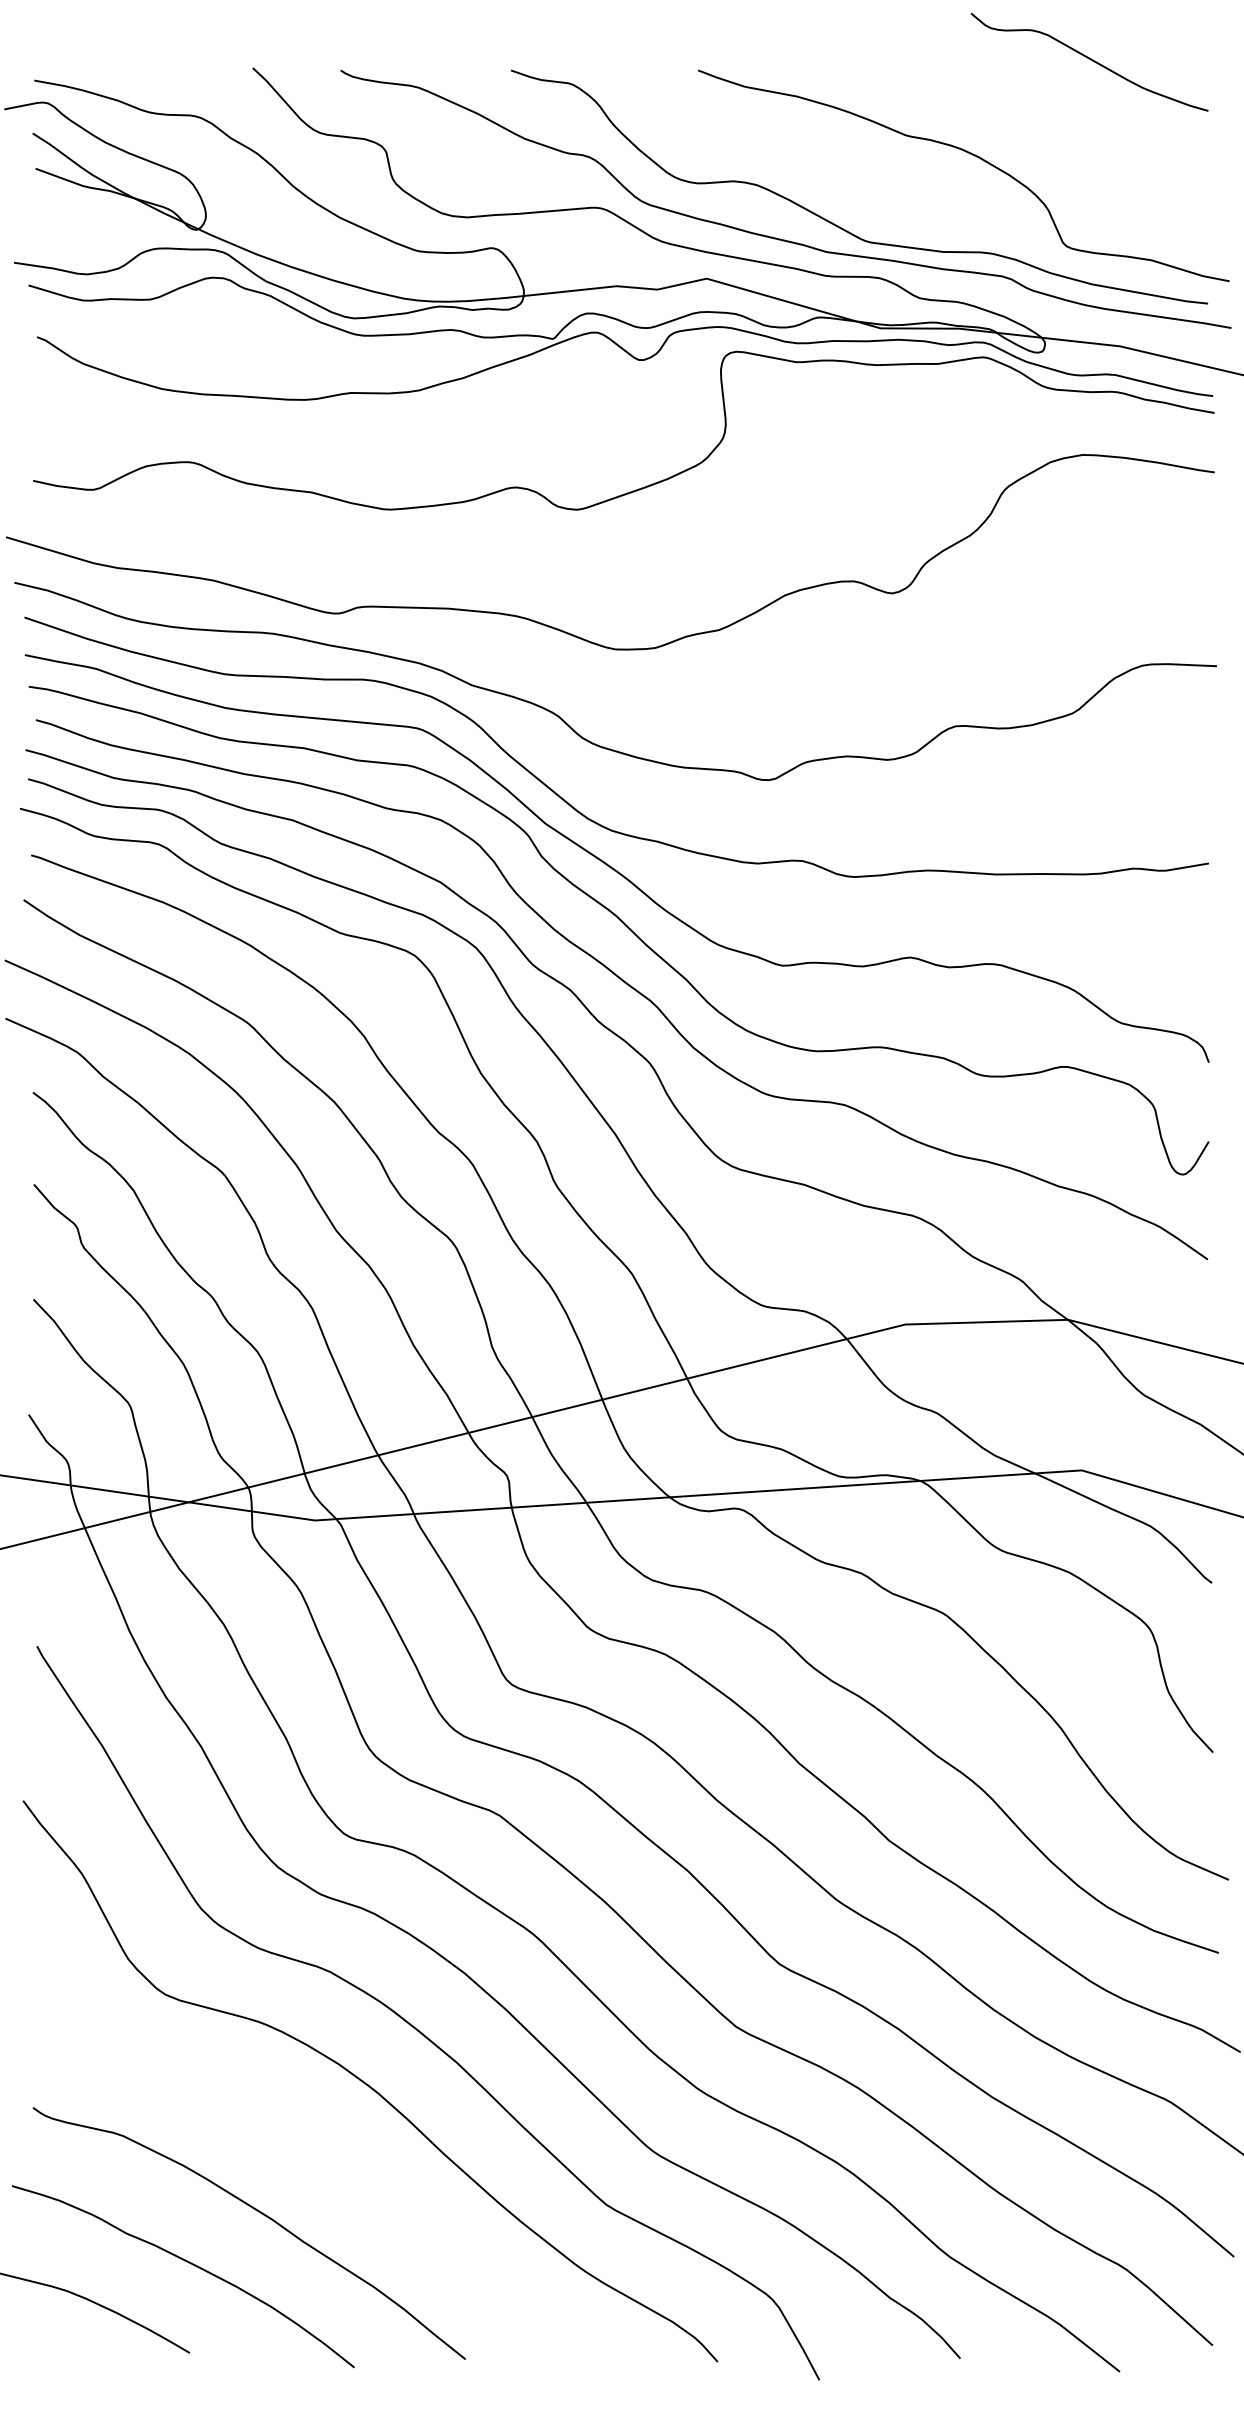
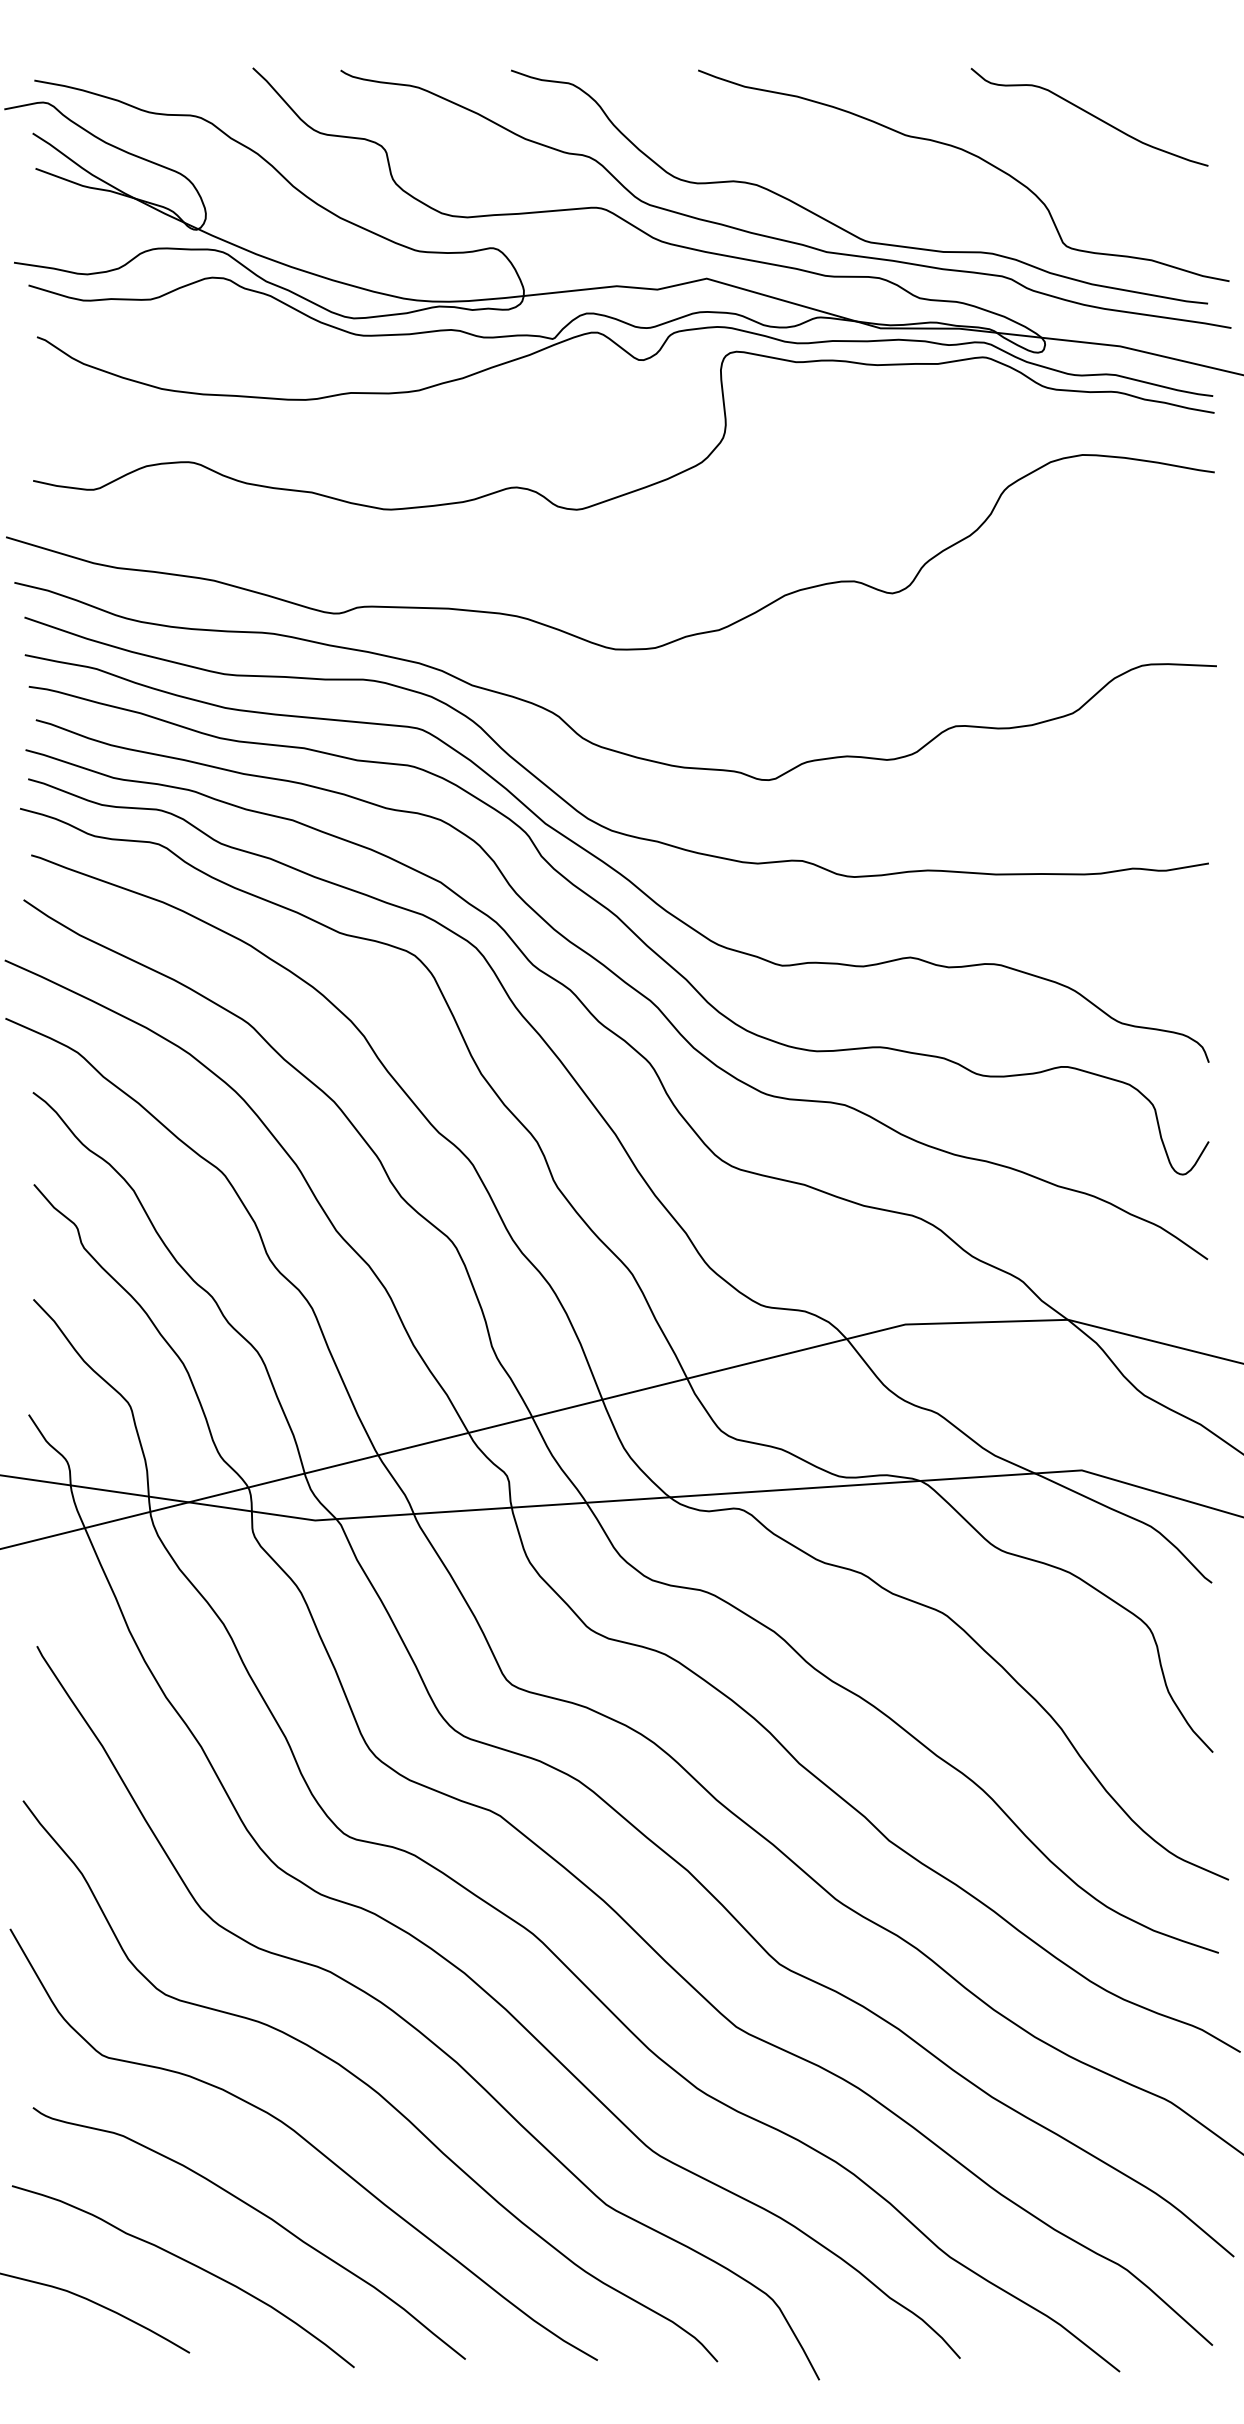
curve at (1090, 60) position: (1090, 60) -> (1090, 115)
curve at (305, 2141): none -> present
